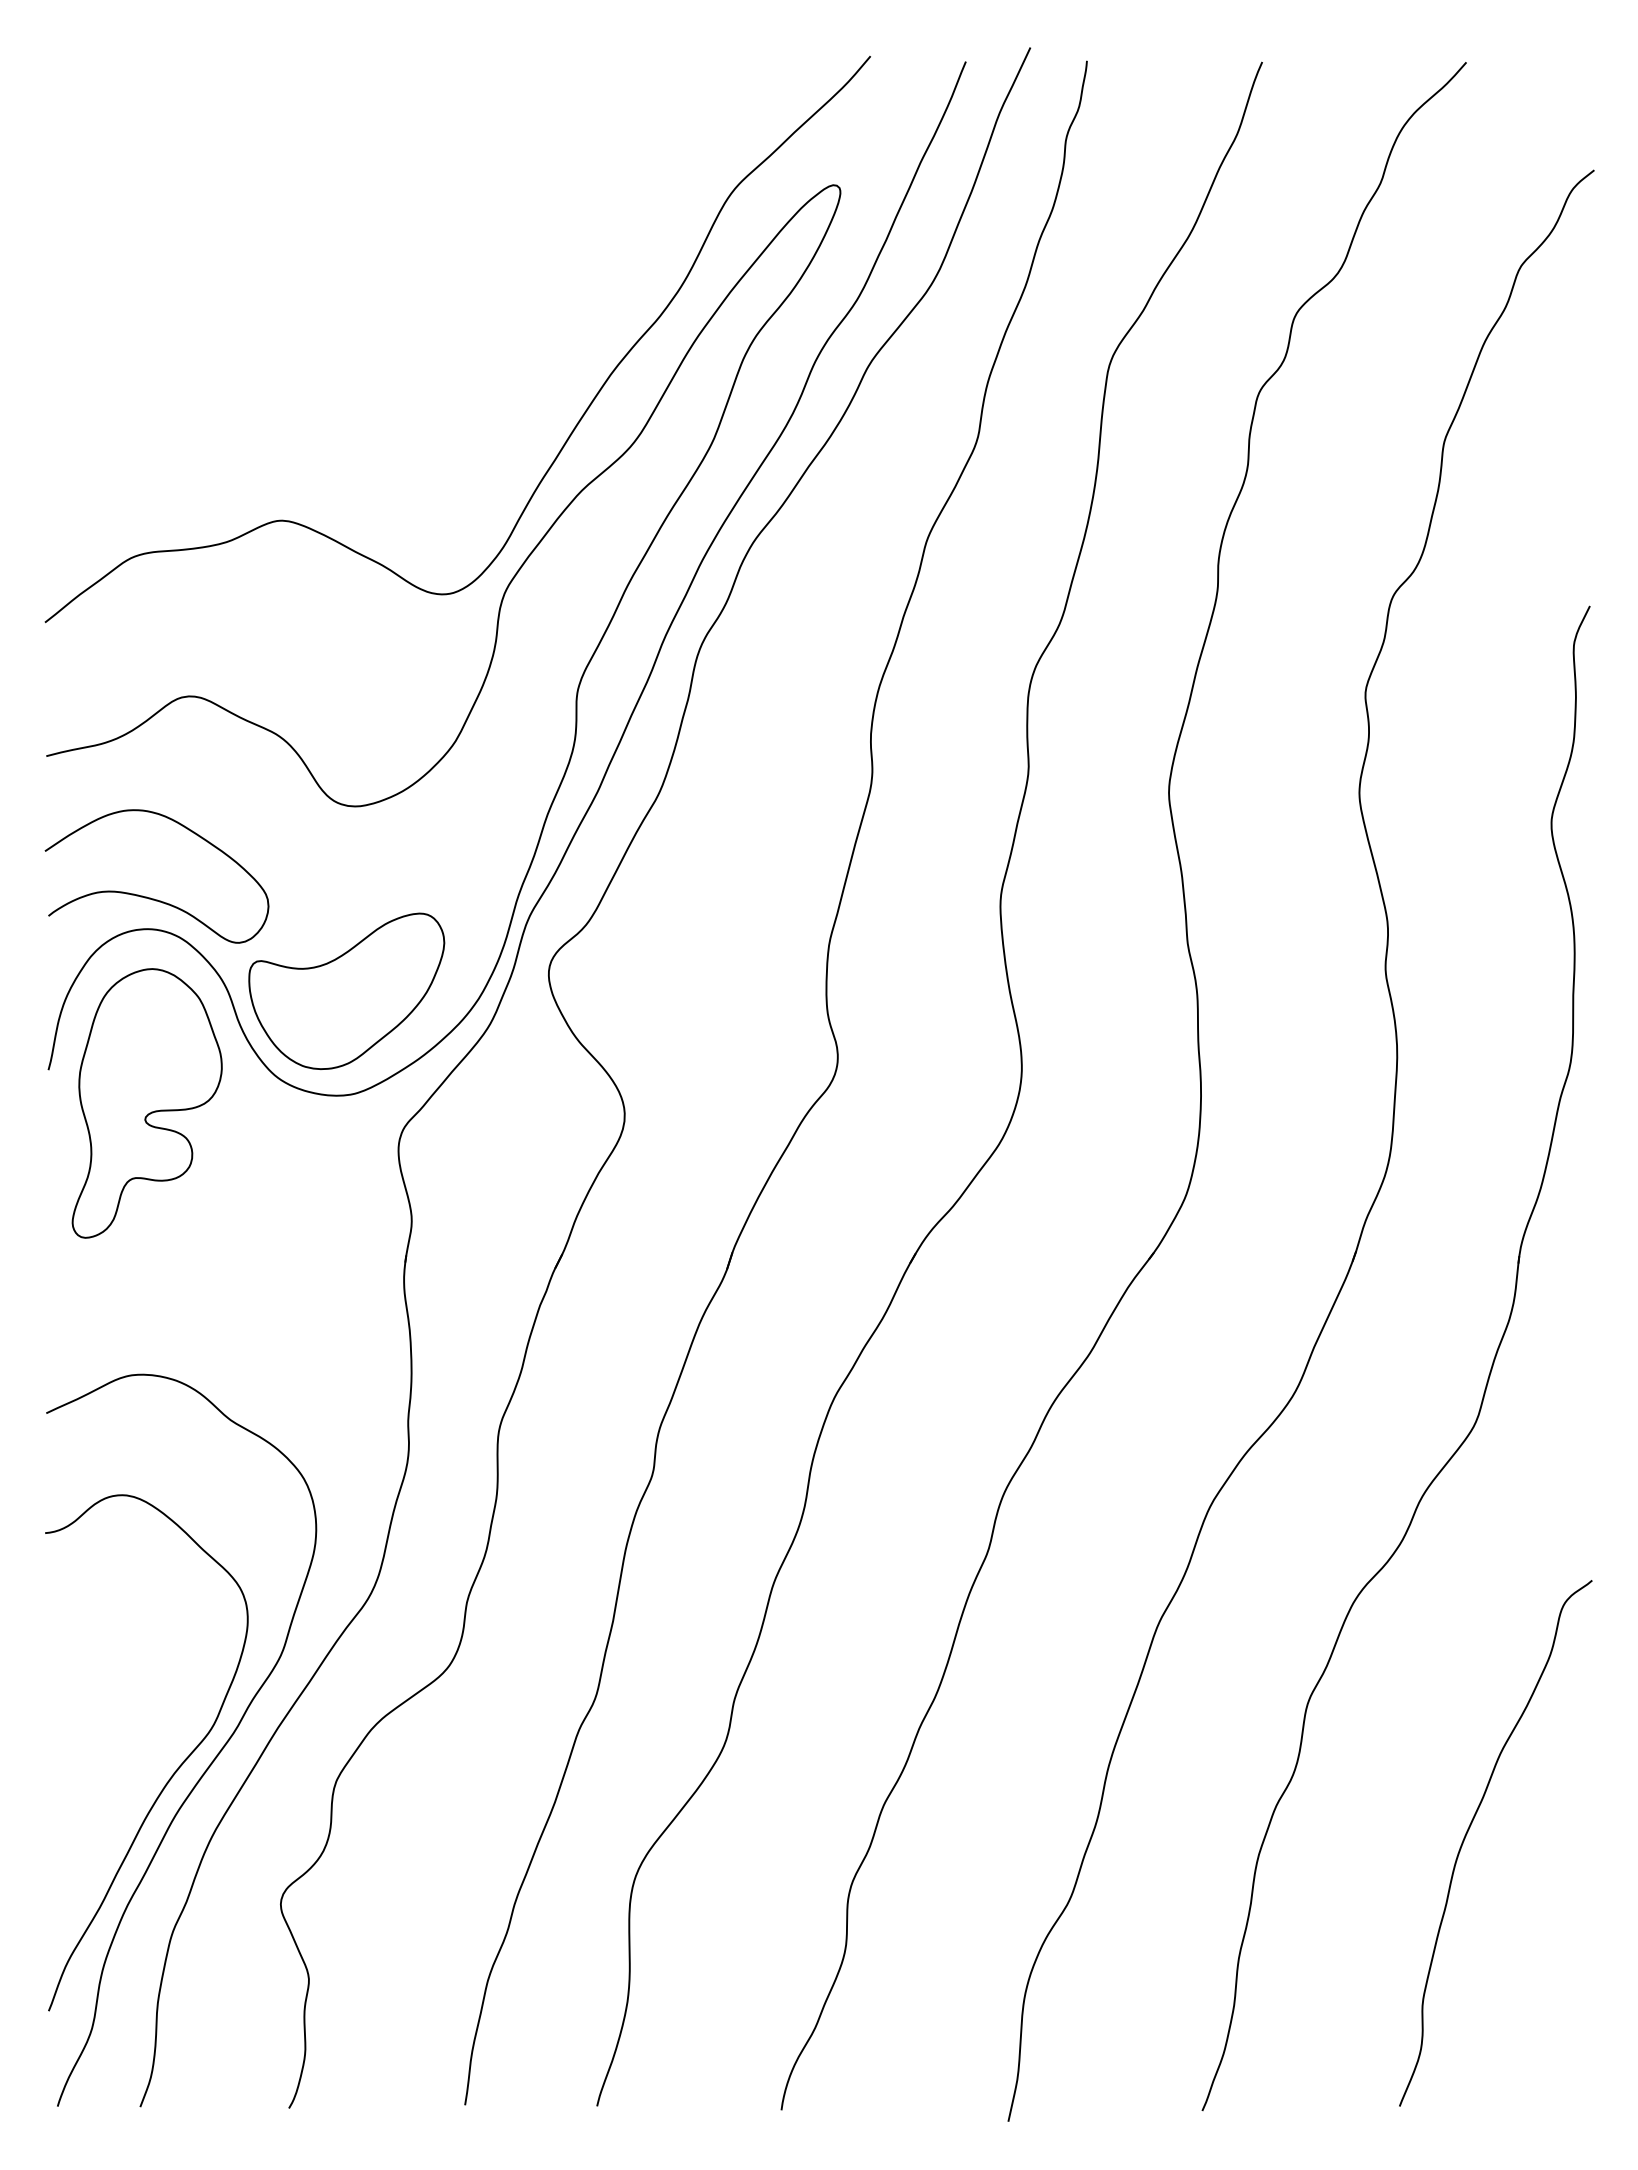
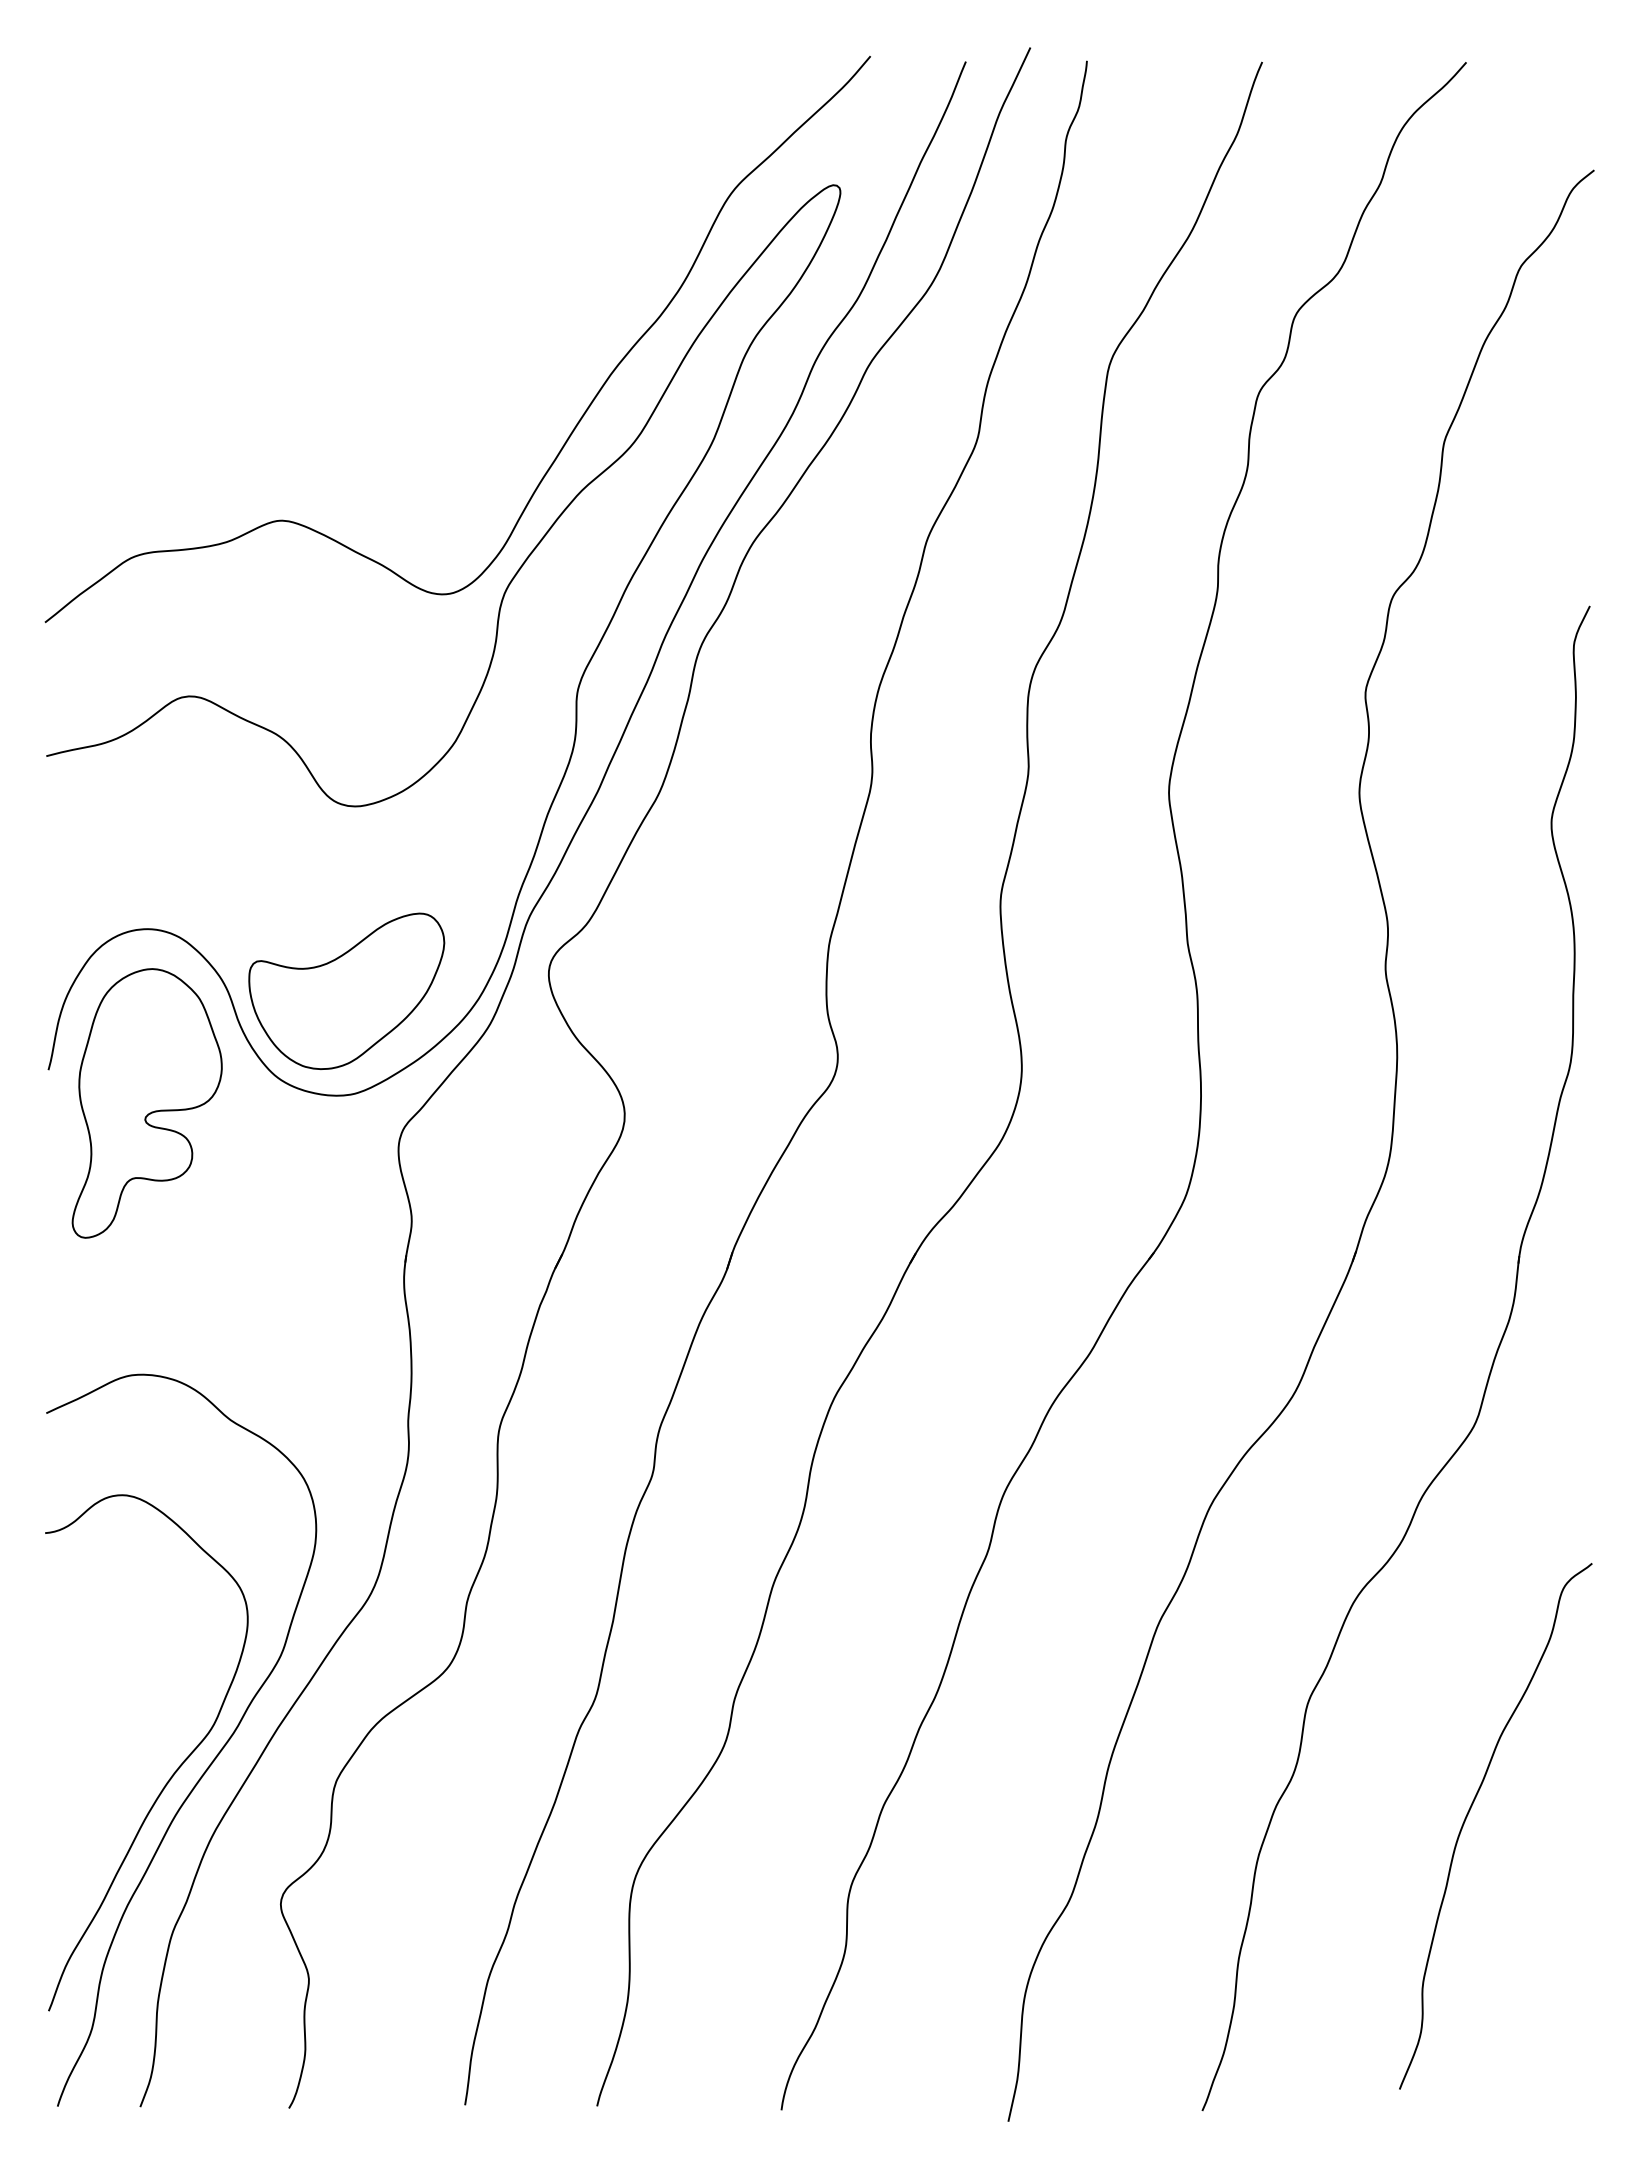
curve at (150, 897): present -> none
curve at (1468, 1832) position: (1468, 1832) -> (1468, 1815)
